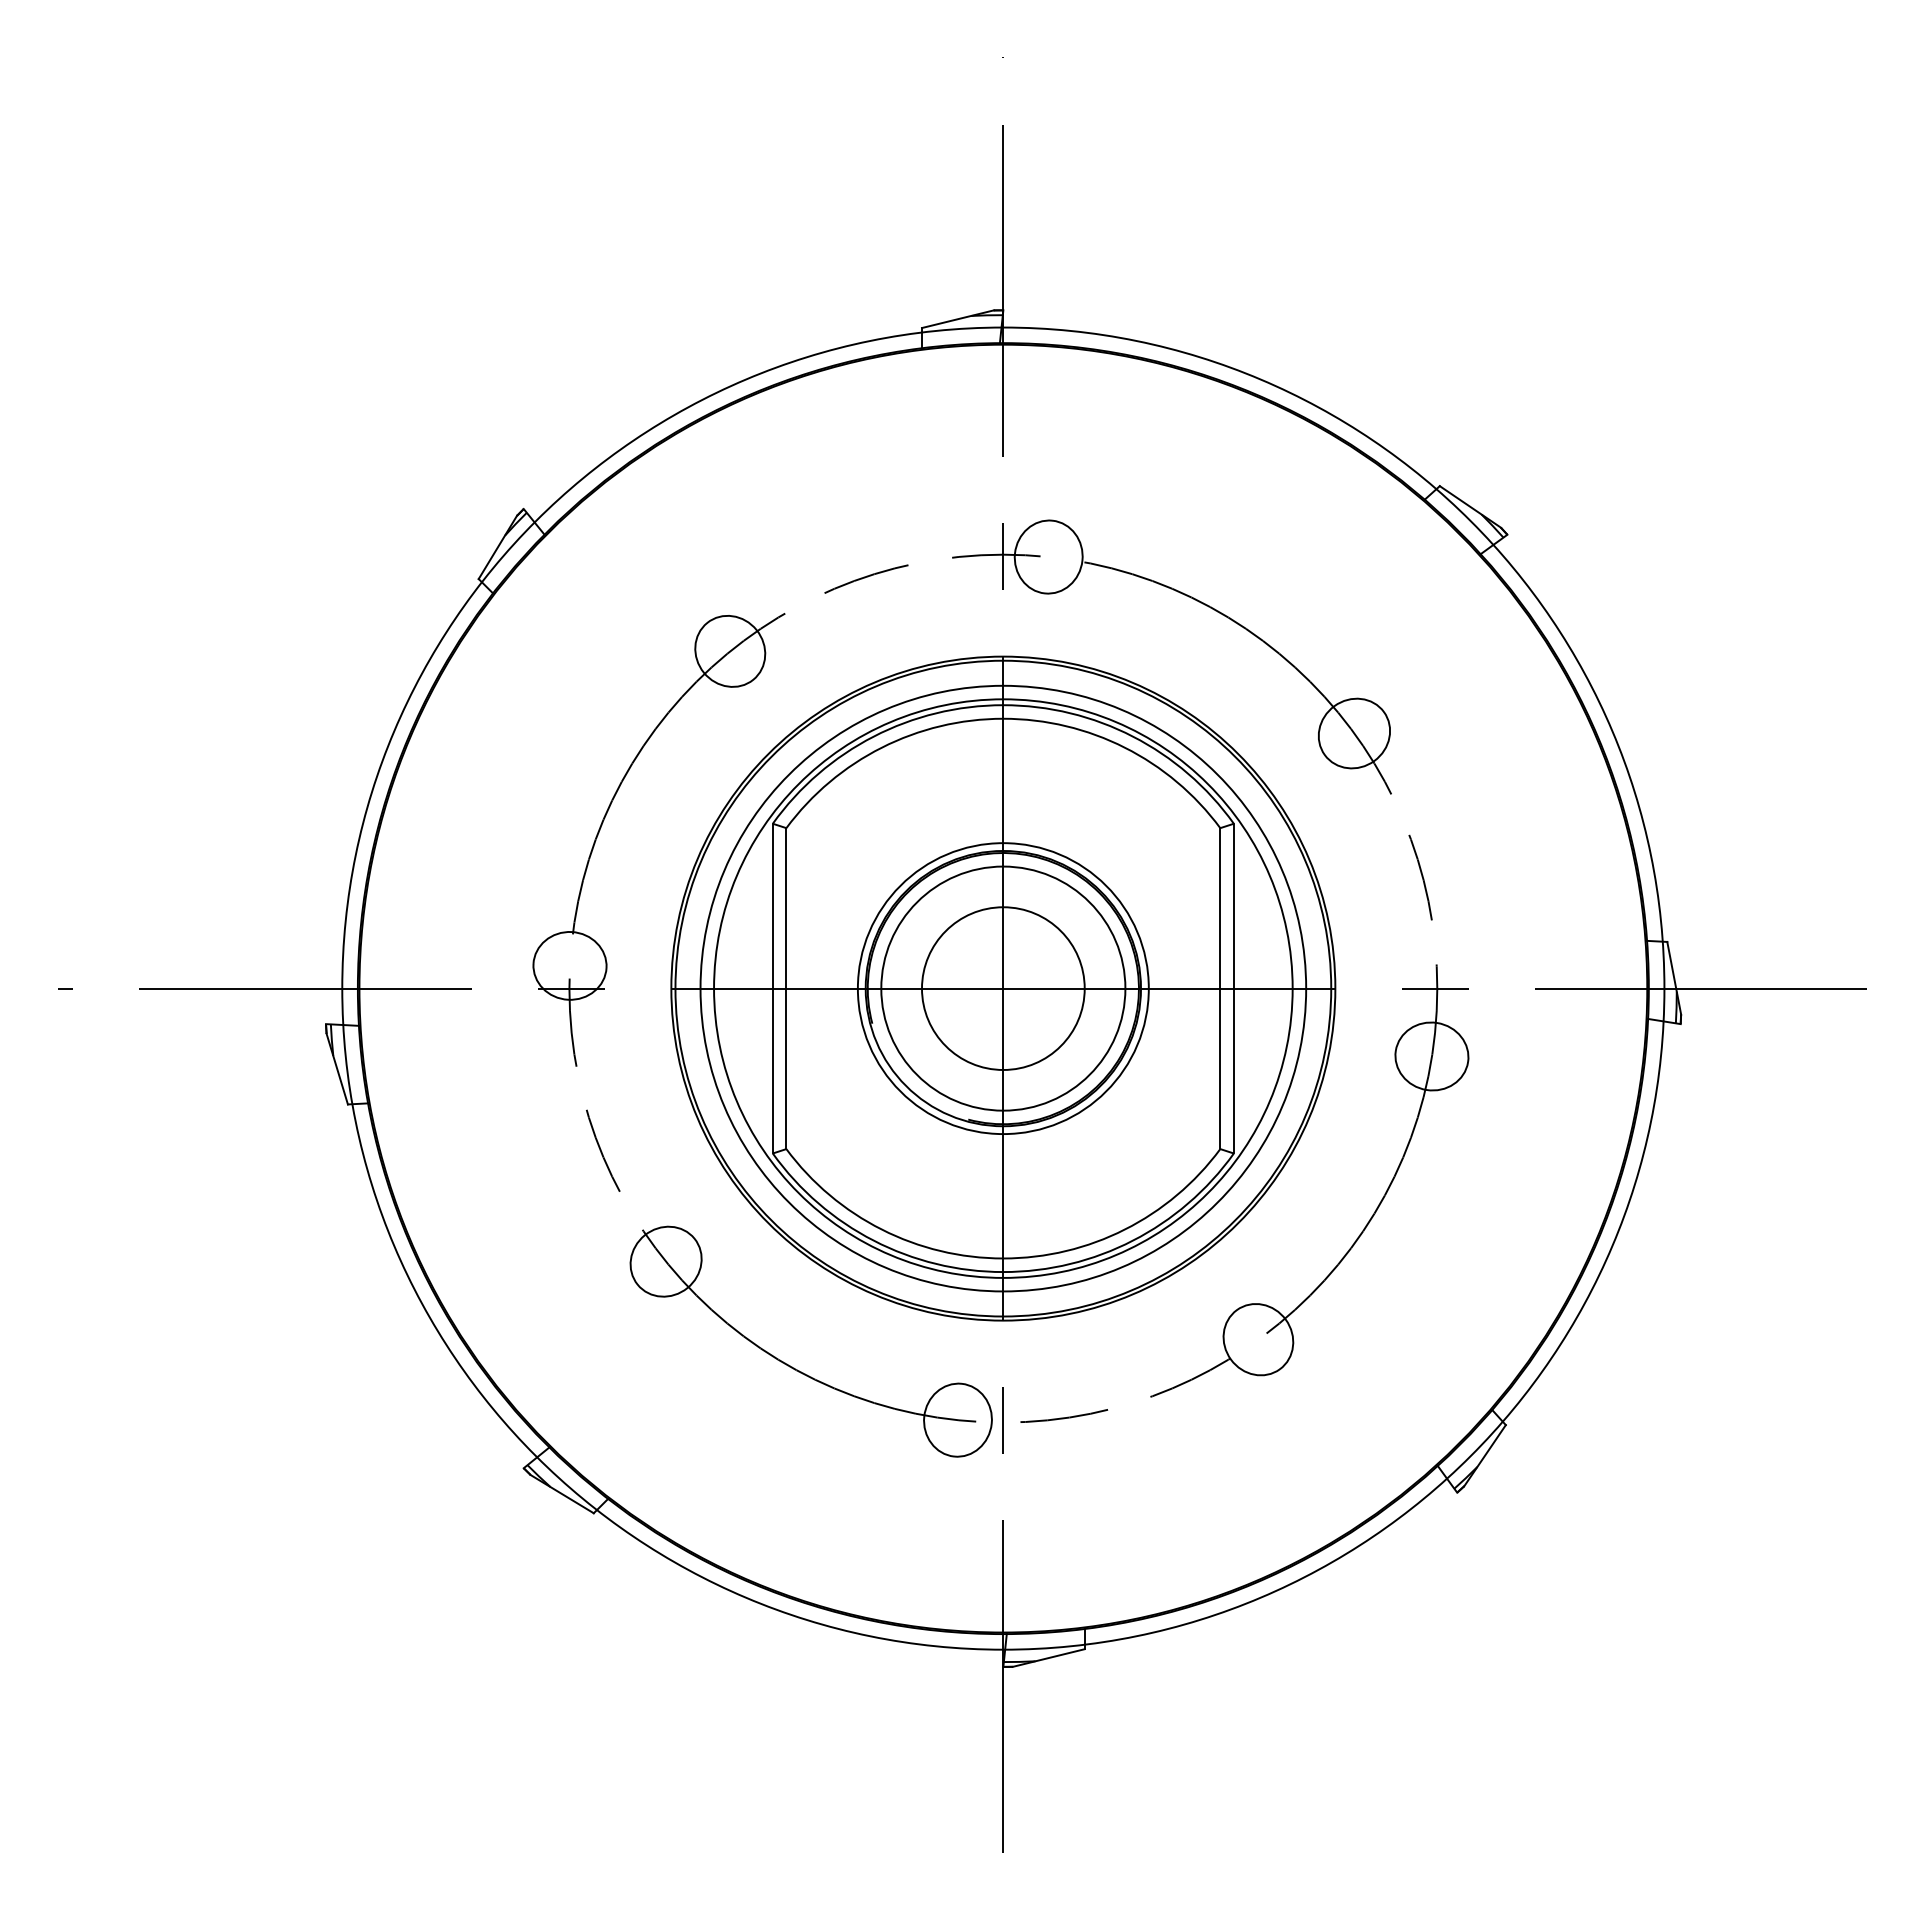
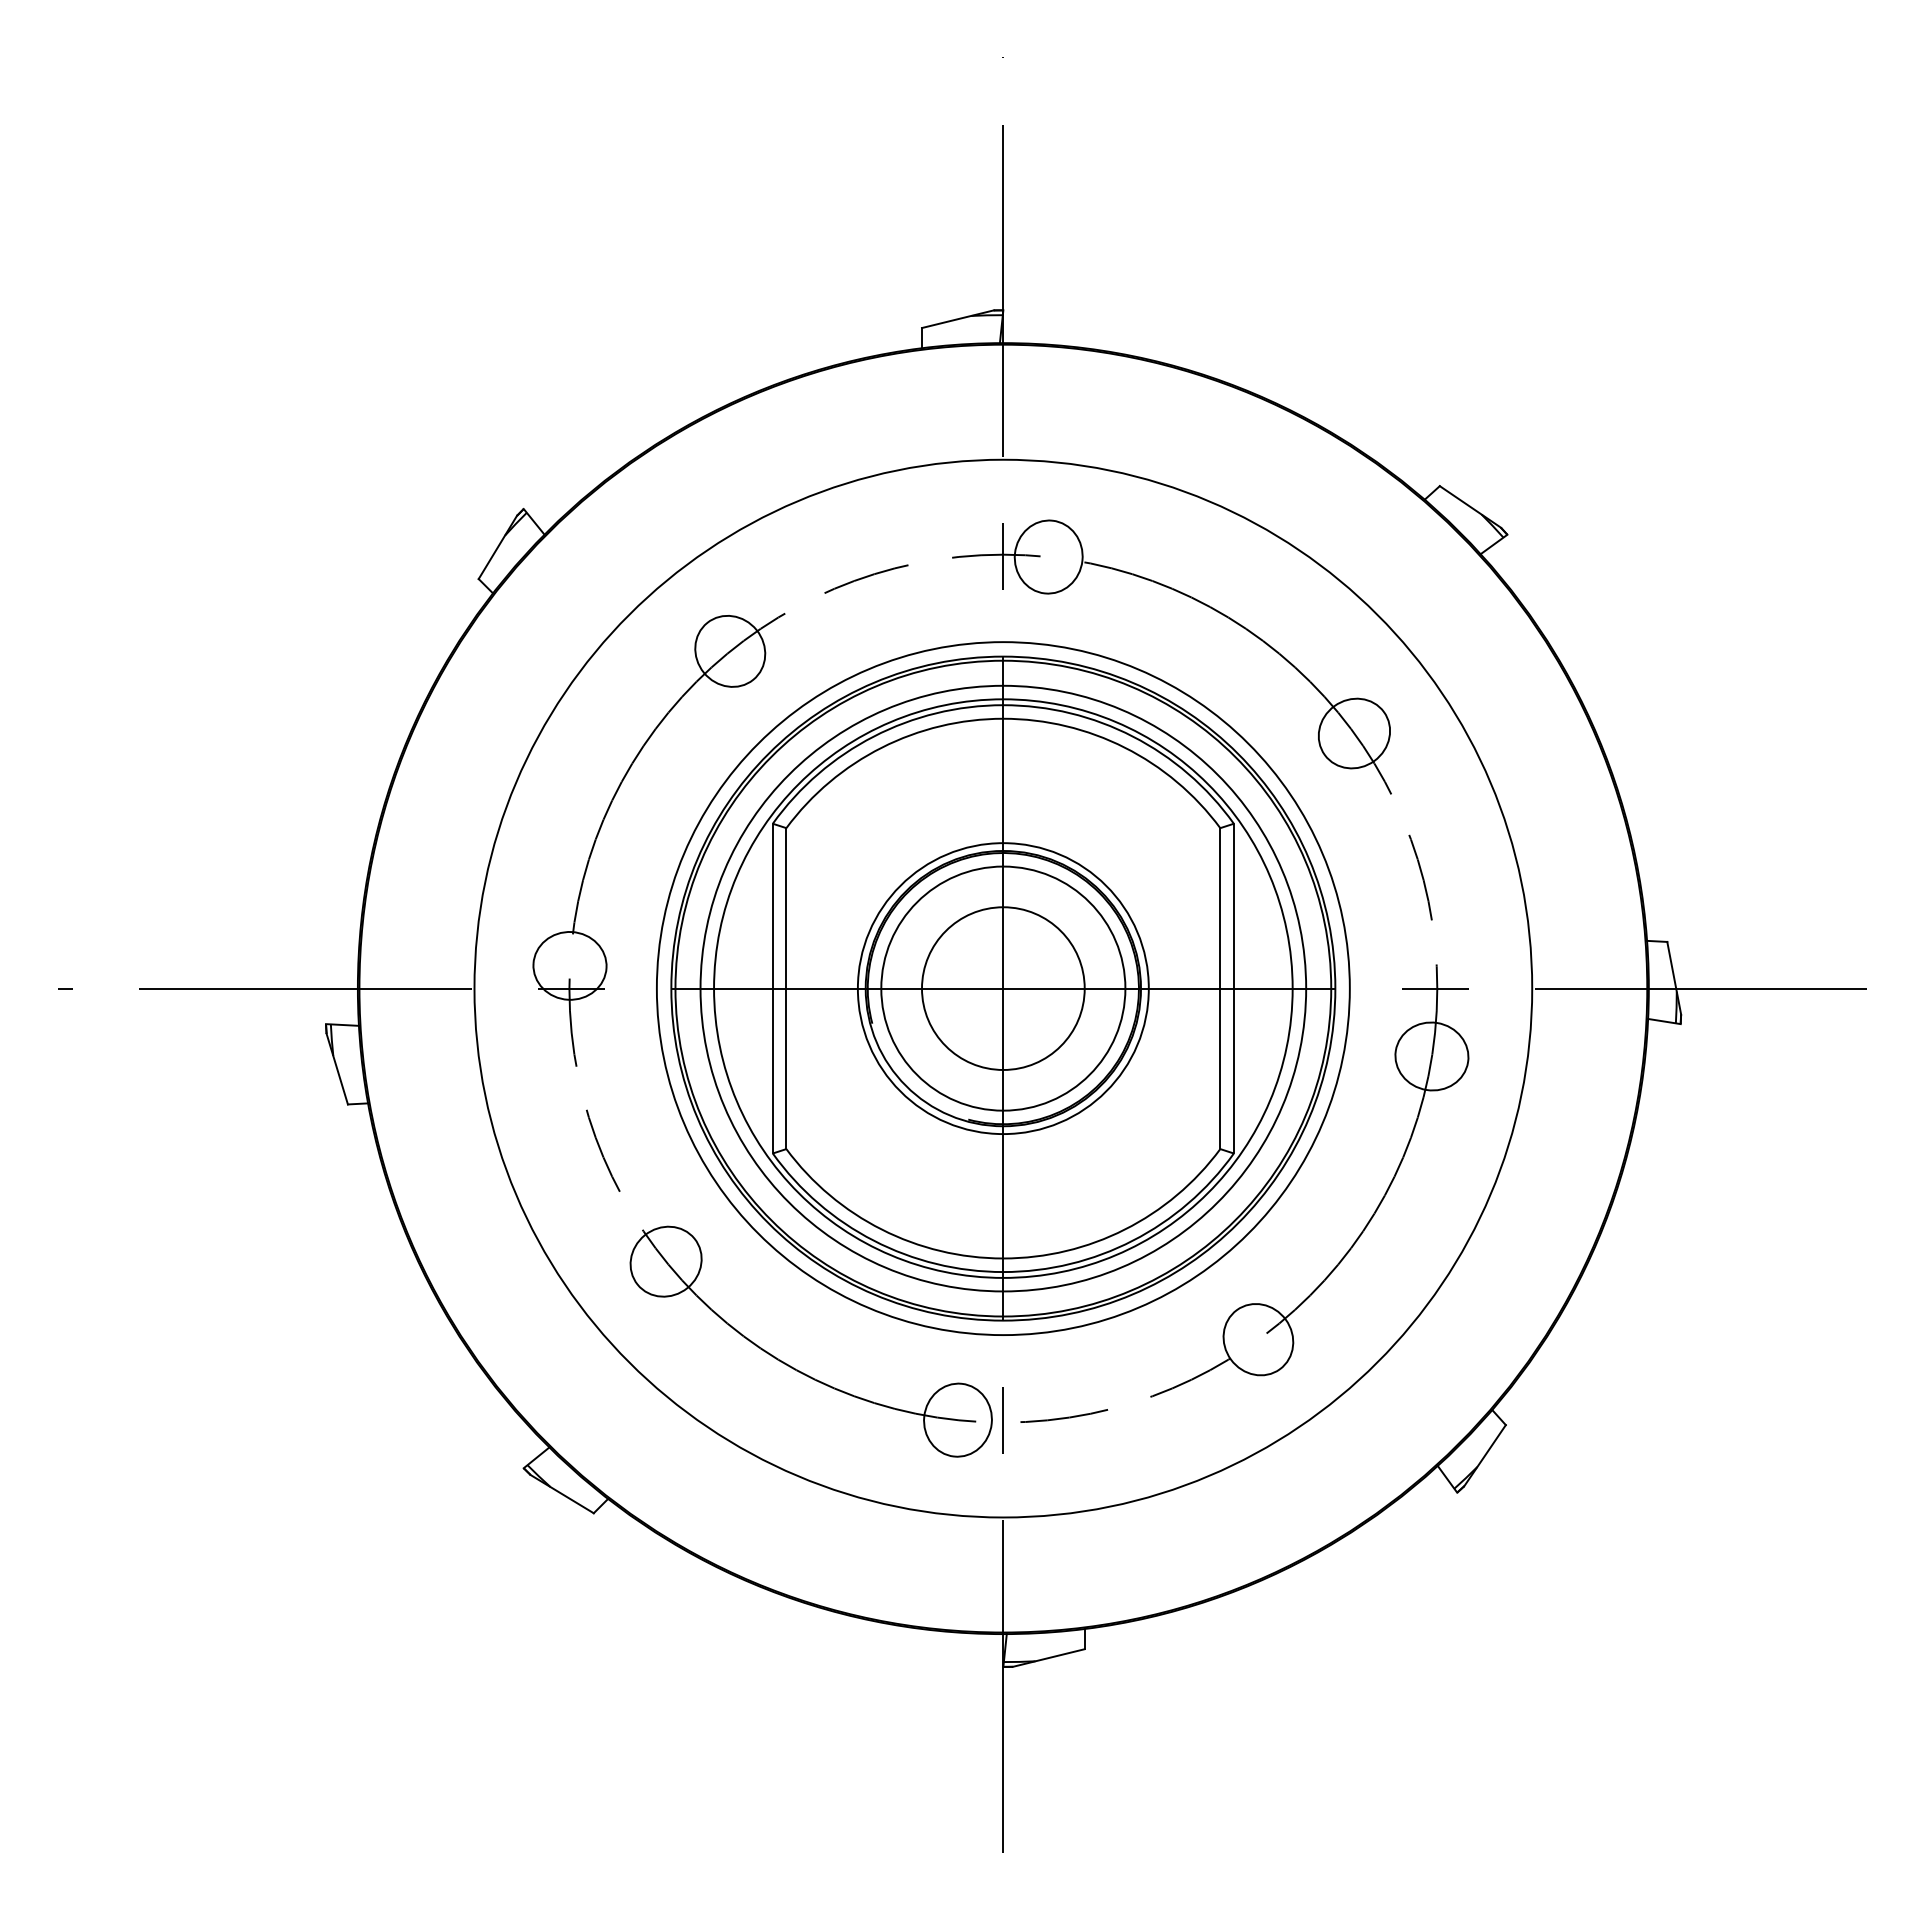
circle at (1003, 988) diameter: 1322 px -> 1058 px
circle at (1003, 988): none -> present
